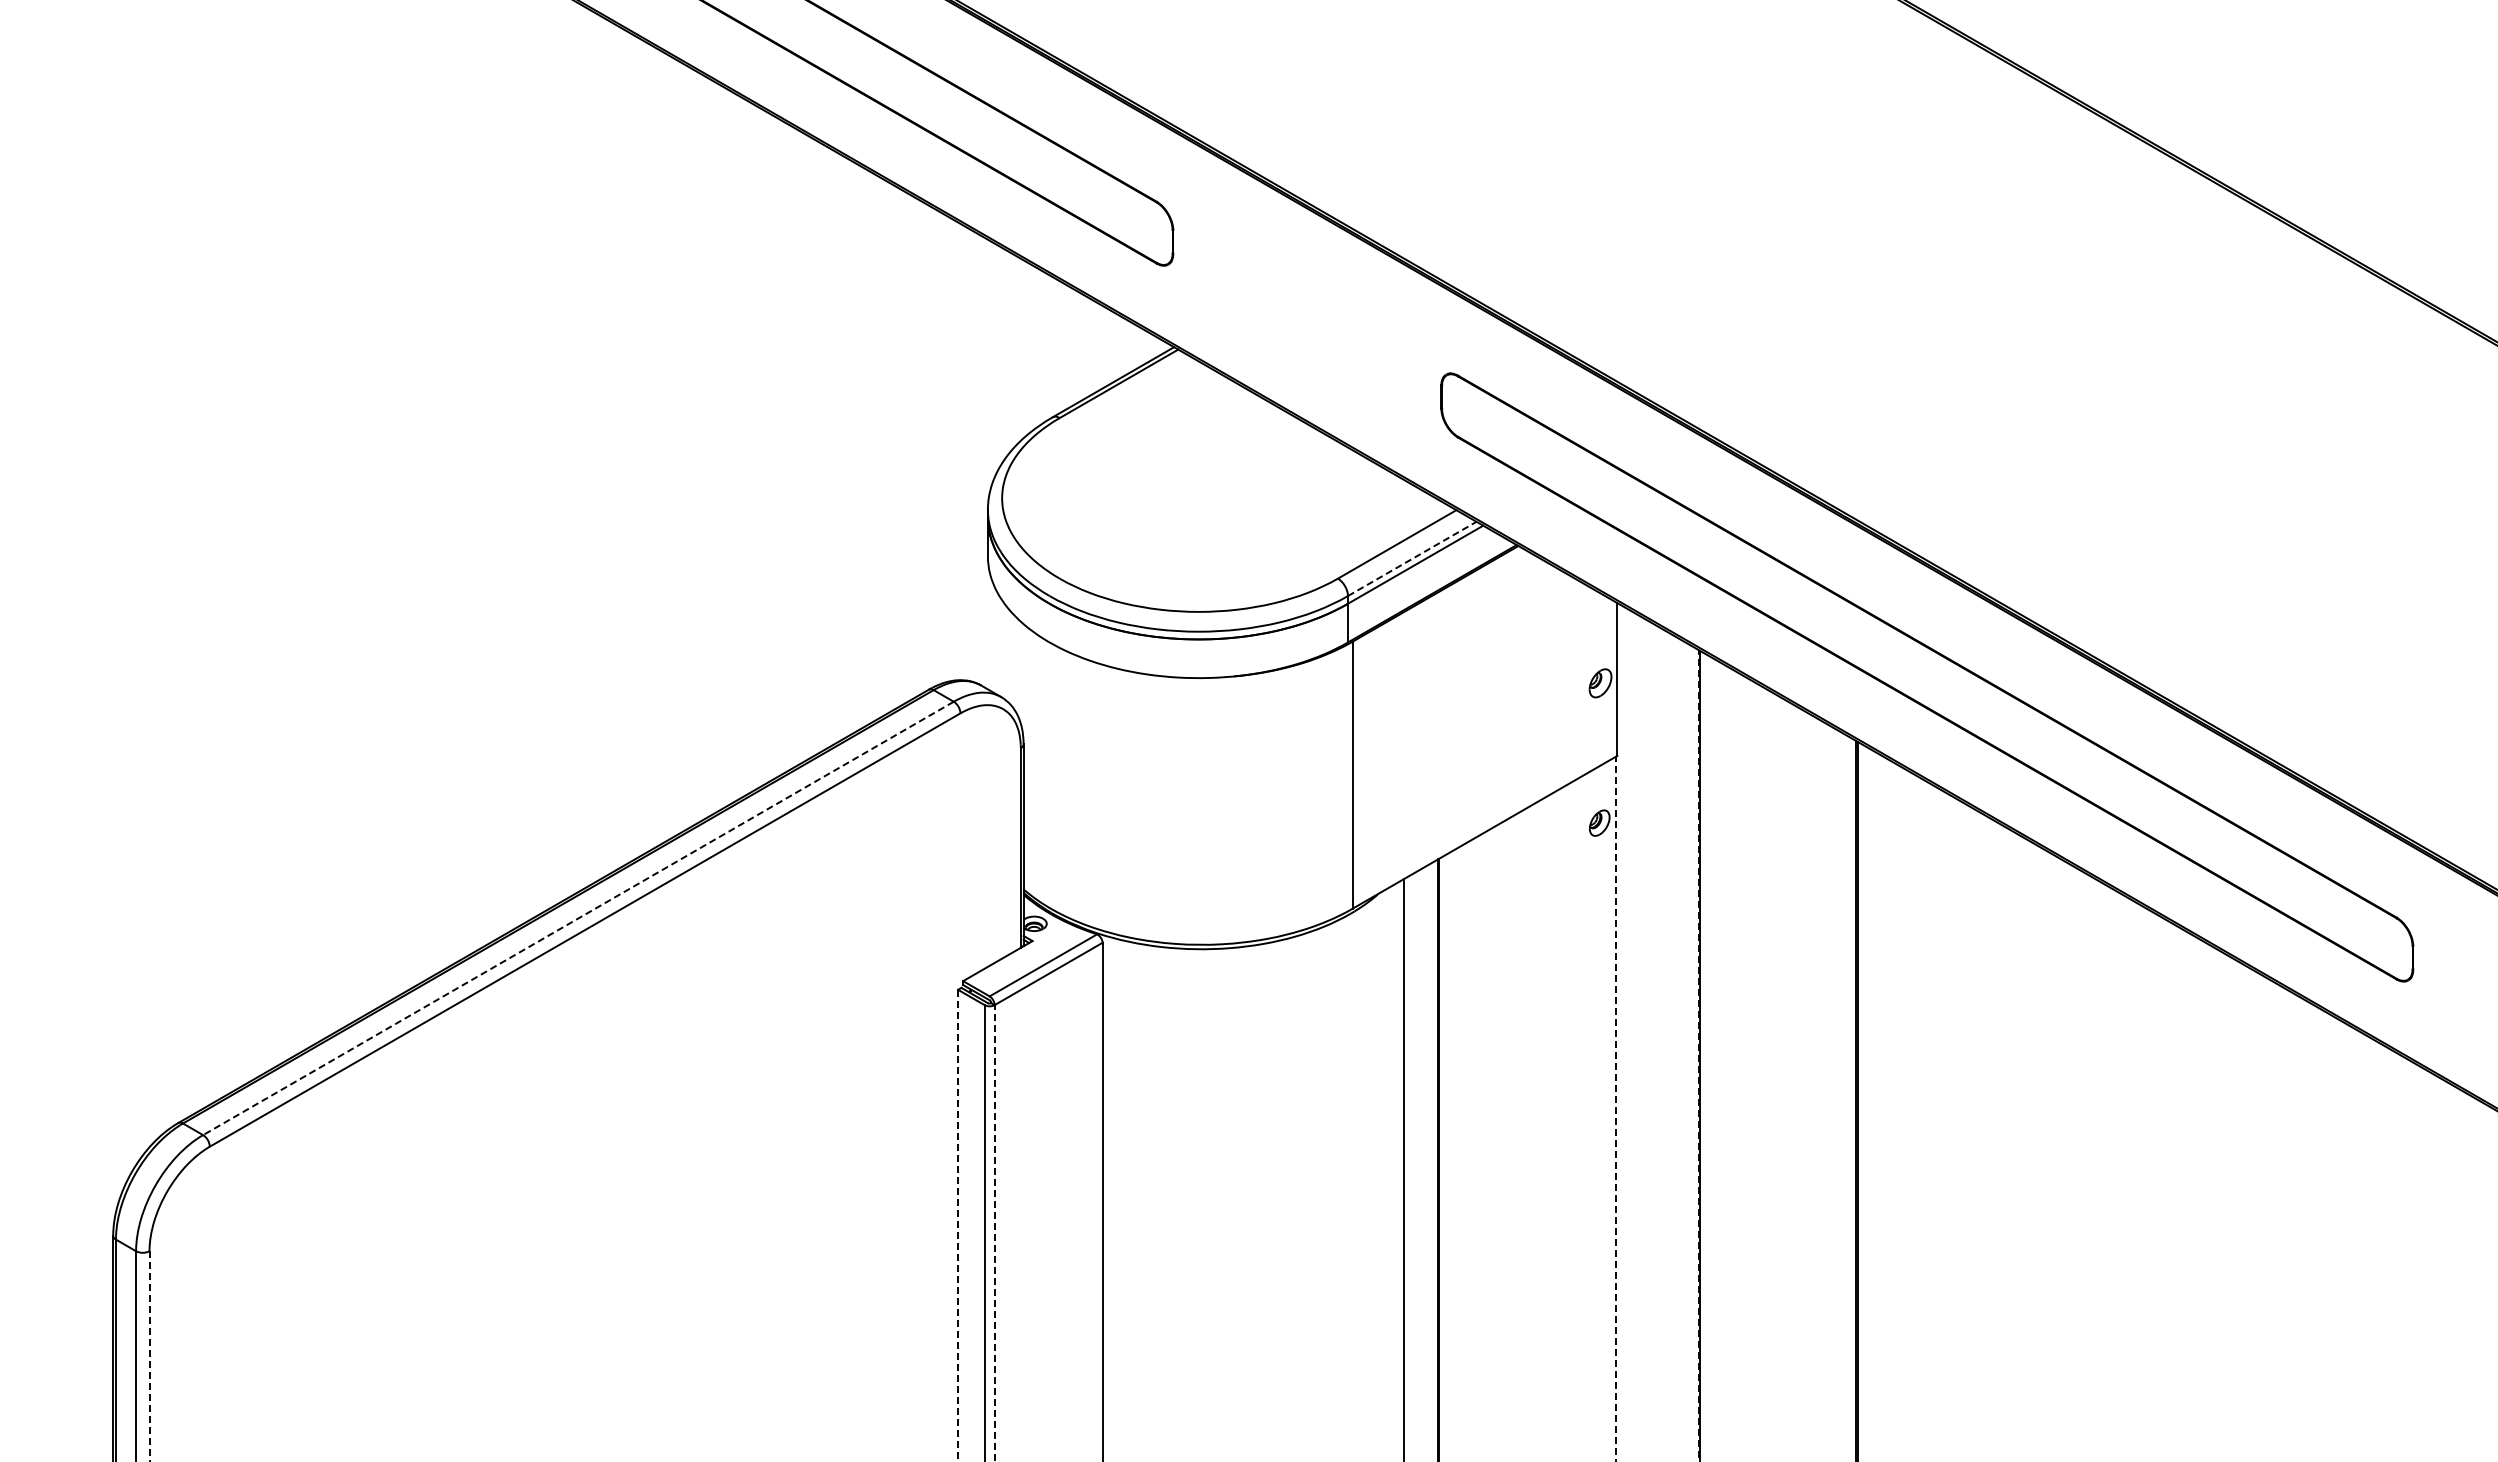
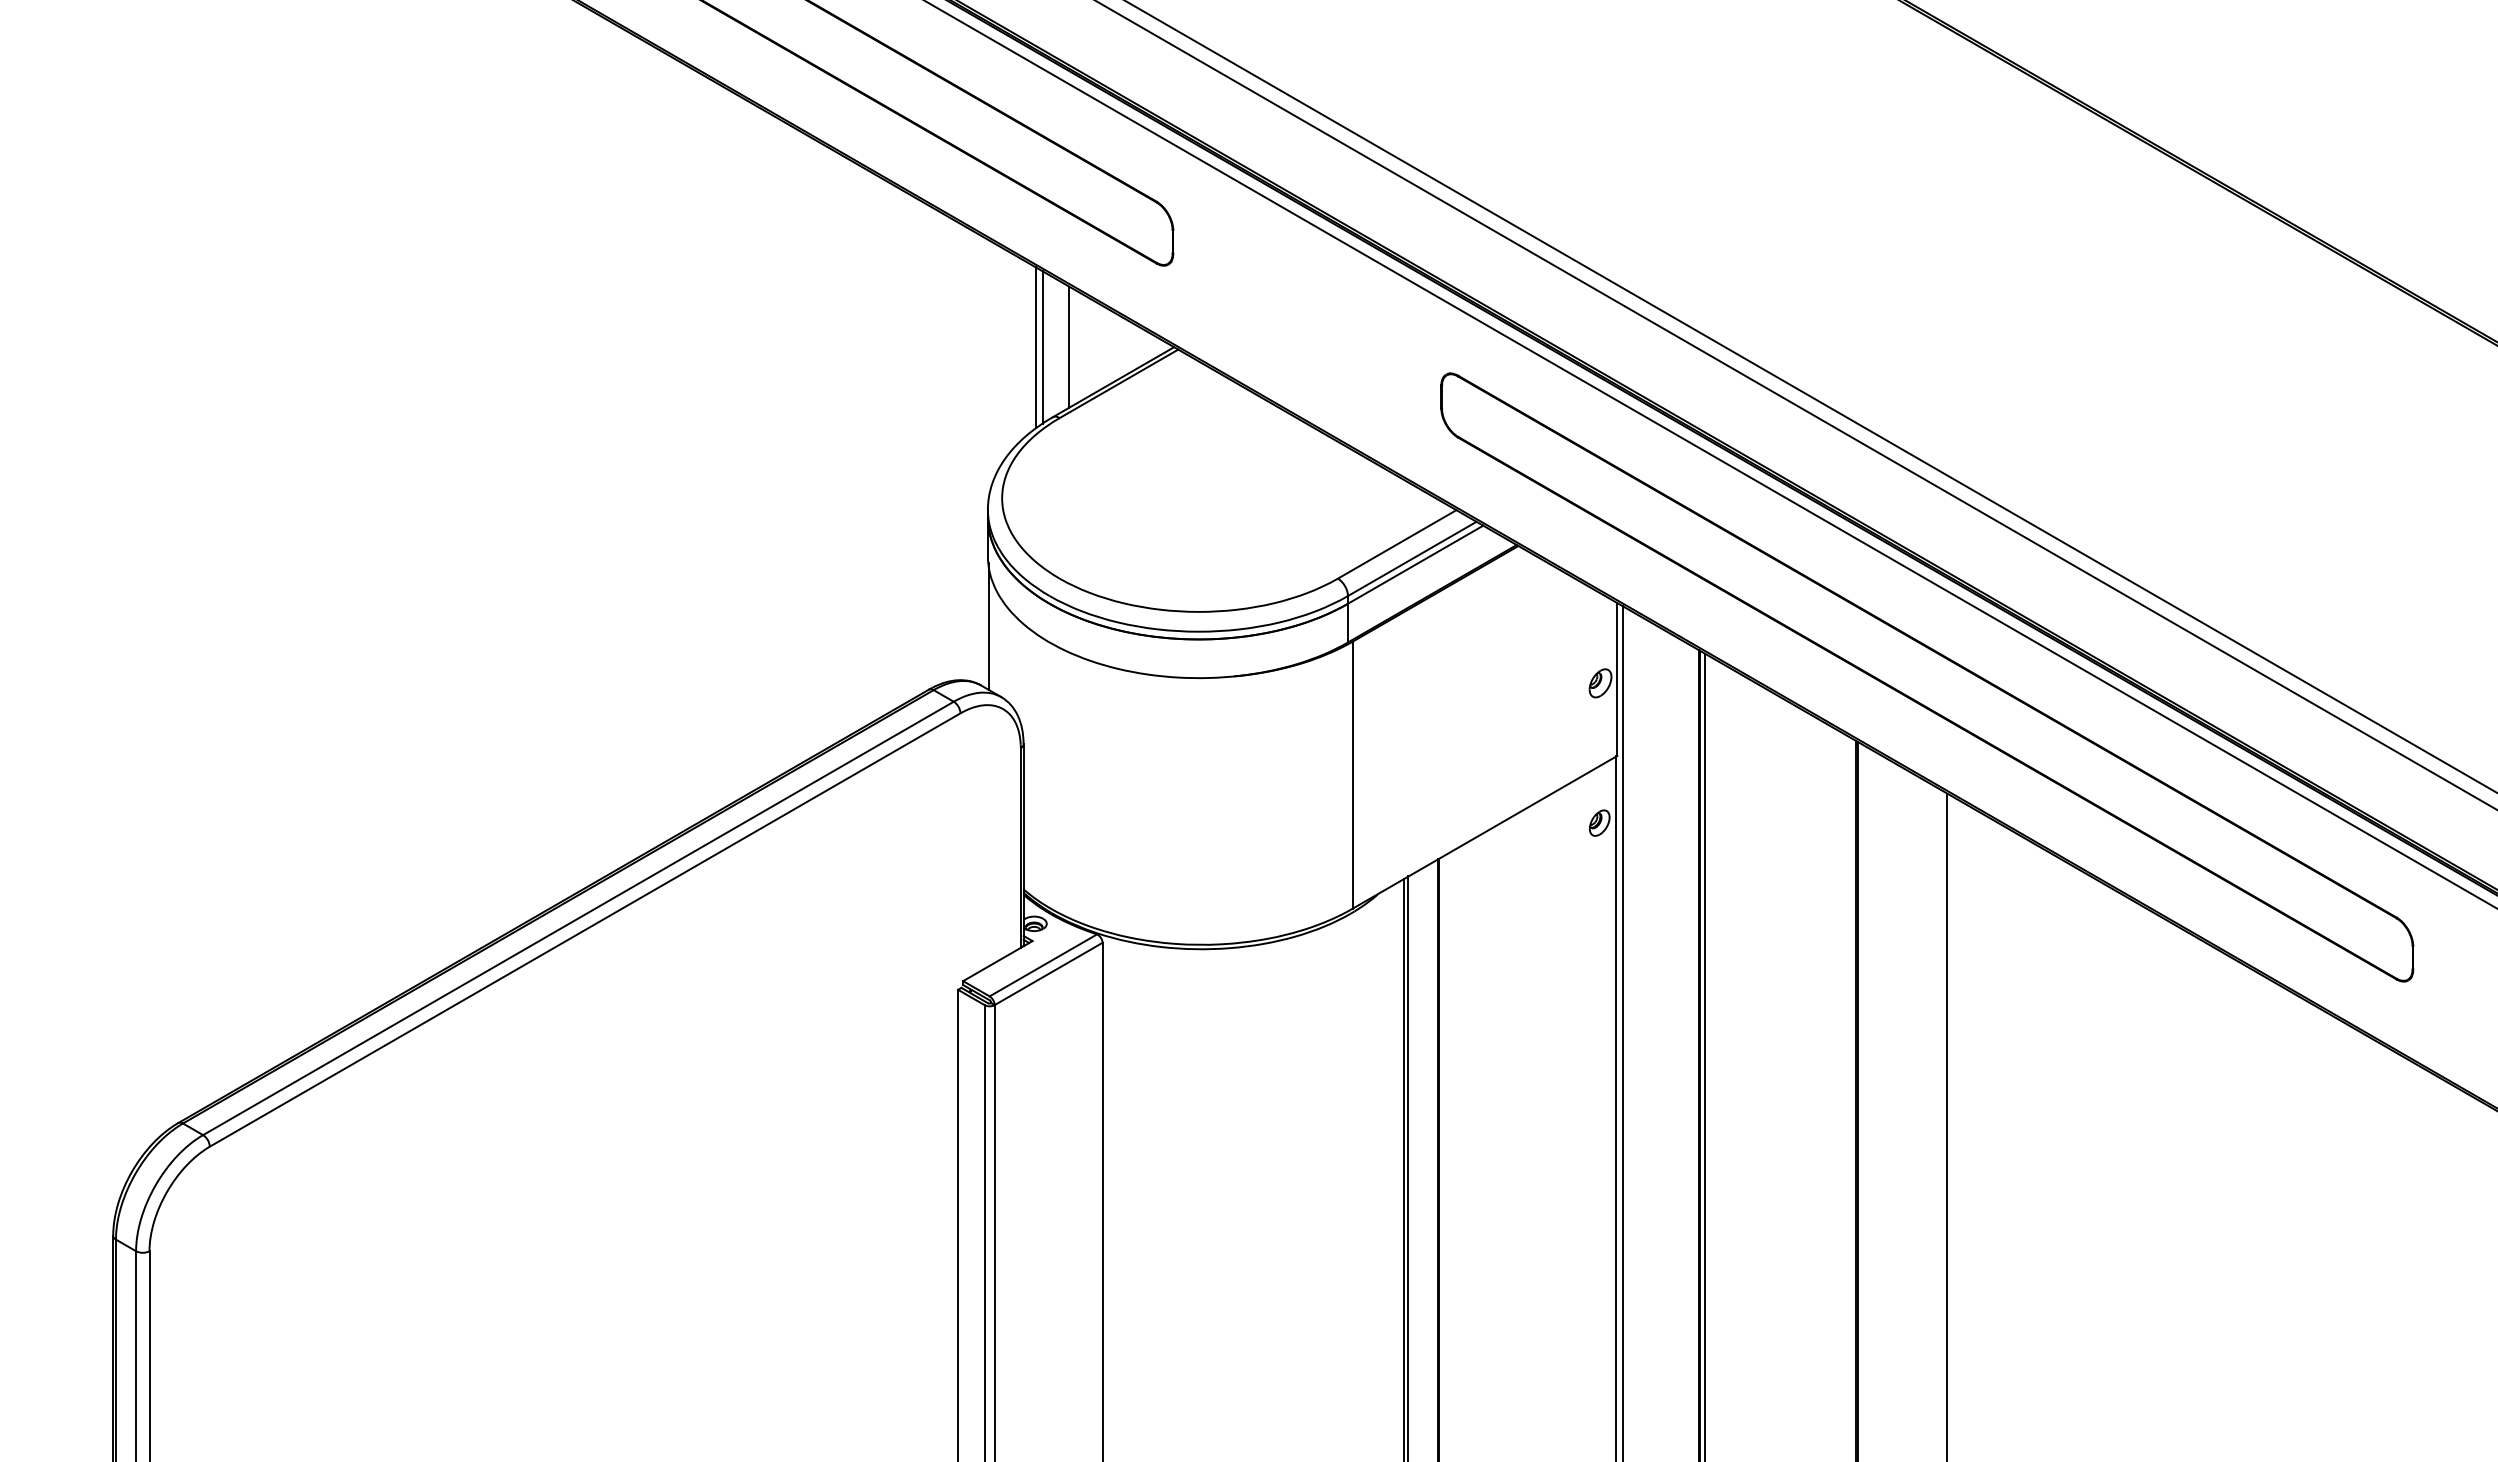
line at (1069, 346): none -> present
line at (1035, 347): none -> present
line at (1042, 347): none -> present
line at (1810, 396): none -> present
line at (1795, 405): none -> present
line at (1710, 454): none -> present
line at (1412, 558): dashed -> solid
line at (988, 626): none -> present
line at (578, 918): dashed -> solid
line at (1623, 1032): none -> present
line at (1698, 1055): dashed -> solid
line at (1705, 1055): none -> present
line at (1616, 1109): dashed -> solid
line at (1947, 1125): none -> present
line at (1408, 1167): none -> present
line at (958, 1225): dashed -> solid
line at (994, 1233): dashed -> solid
line at (149, 1356): dashed -> solid
